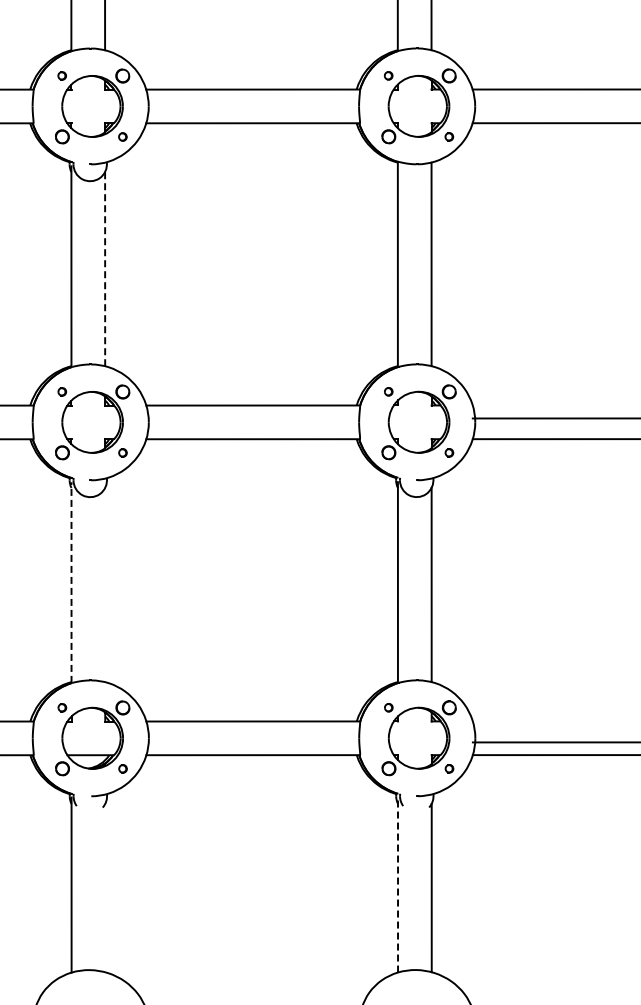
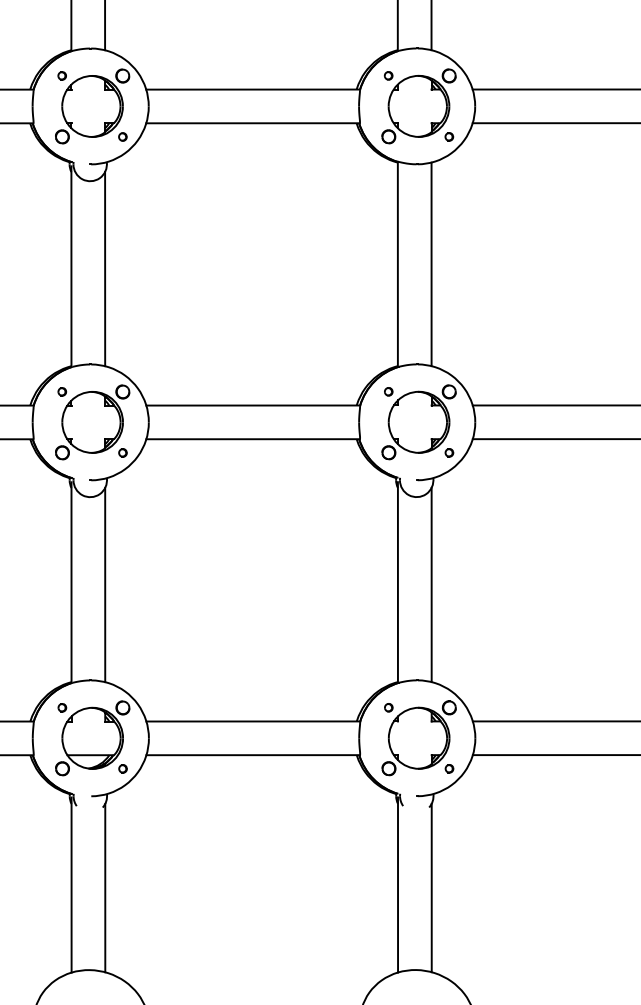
line at (105, 268): dashed -> solid
line at (554, 418) position: (554, 418) -> (554, 405)
line at (71, 582): dashed -> solid
line at (105, 584): none -> present
line at (554, 742) position: (554, 742) -> (554, 721)
line at (398, 884): dashed -> solid
line at (105, 887): none -> present
